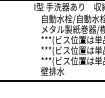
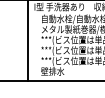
line at (27, 41): none -> present
